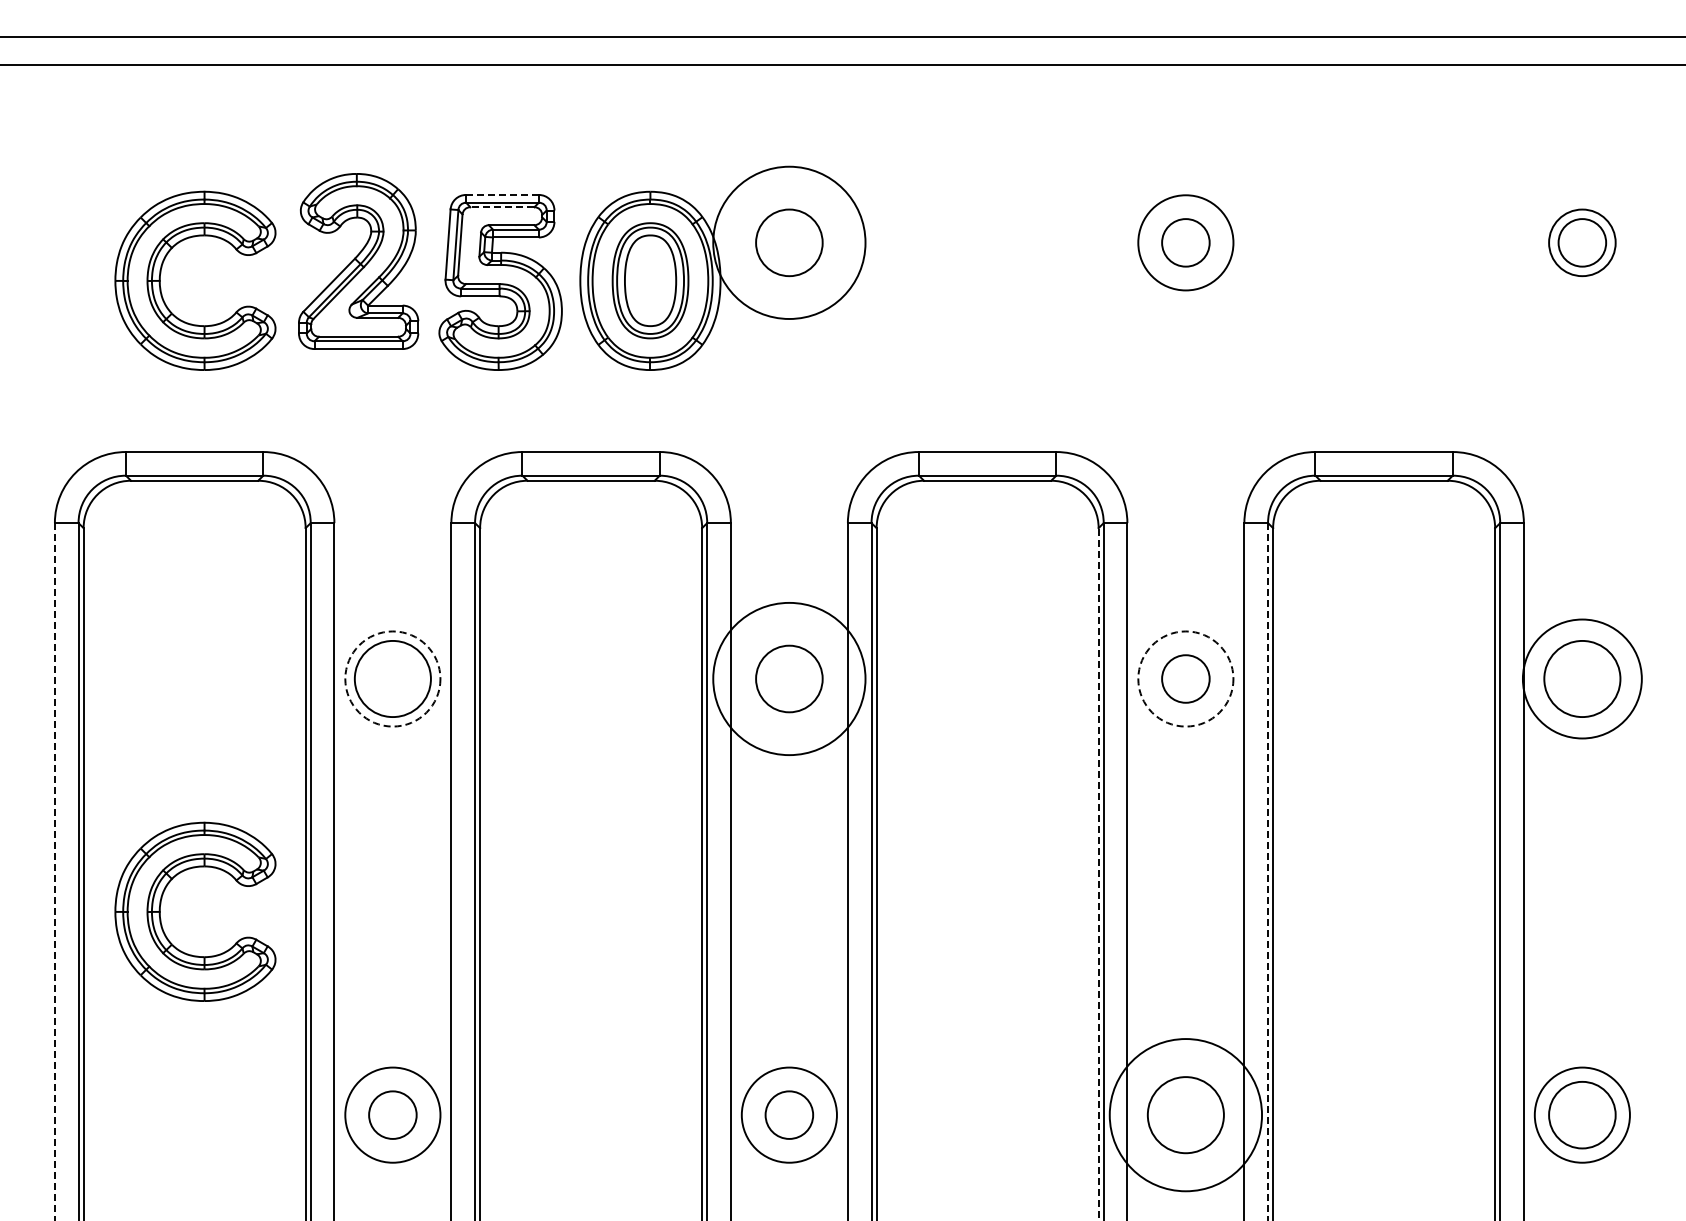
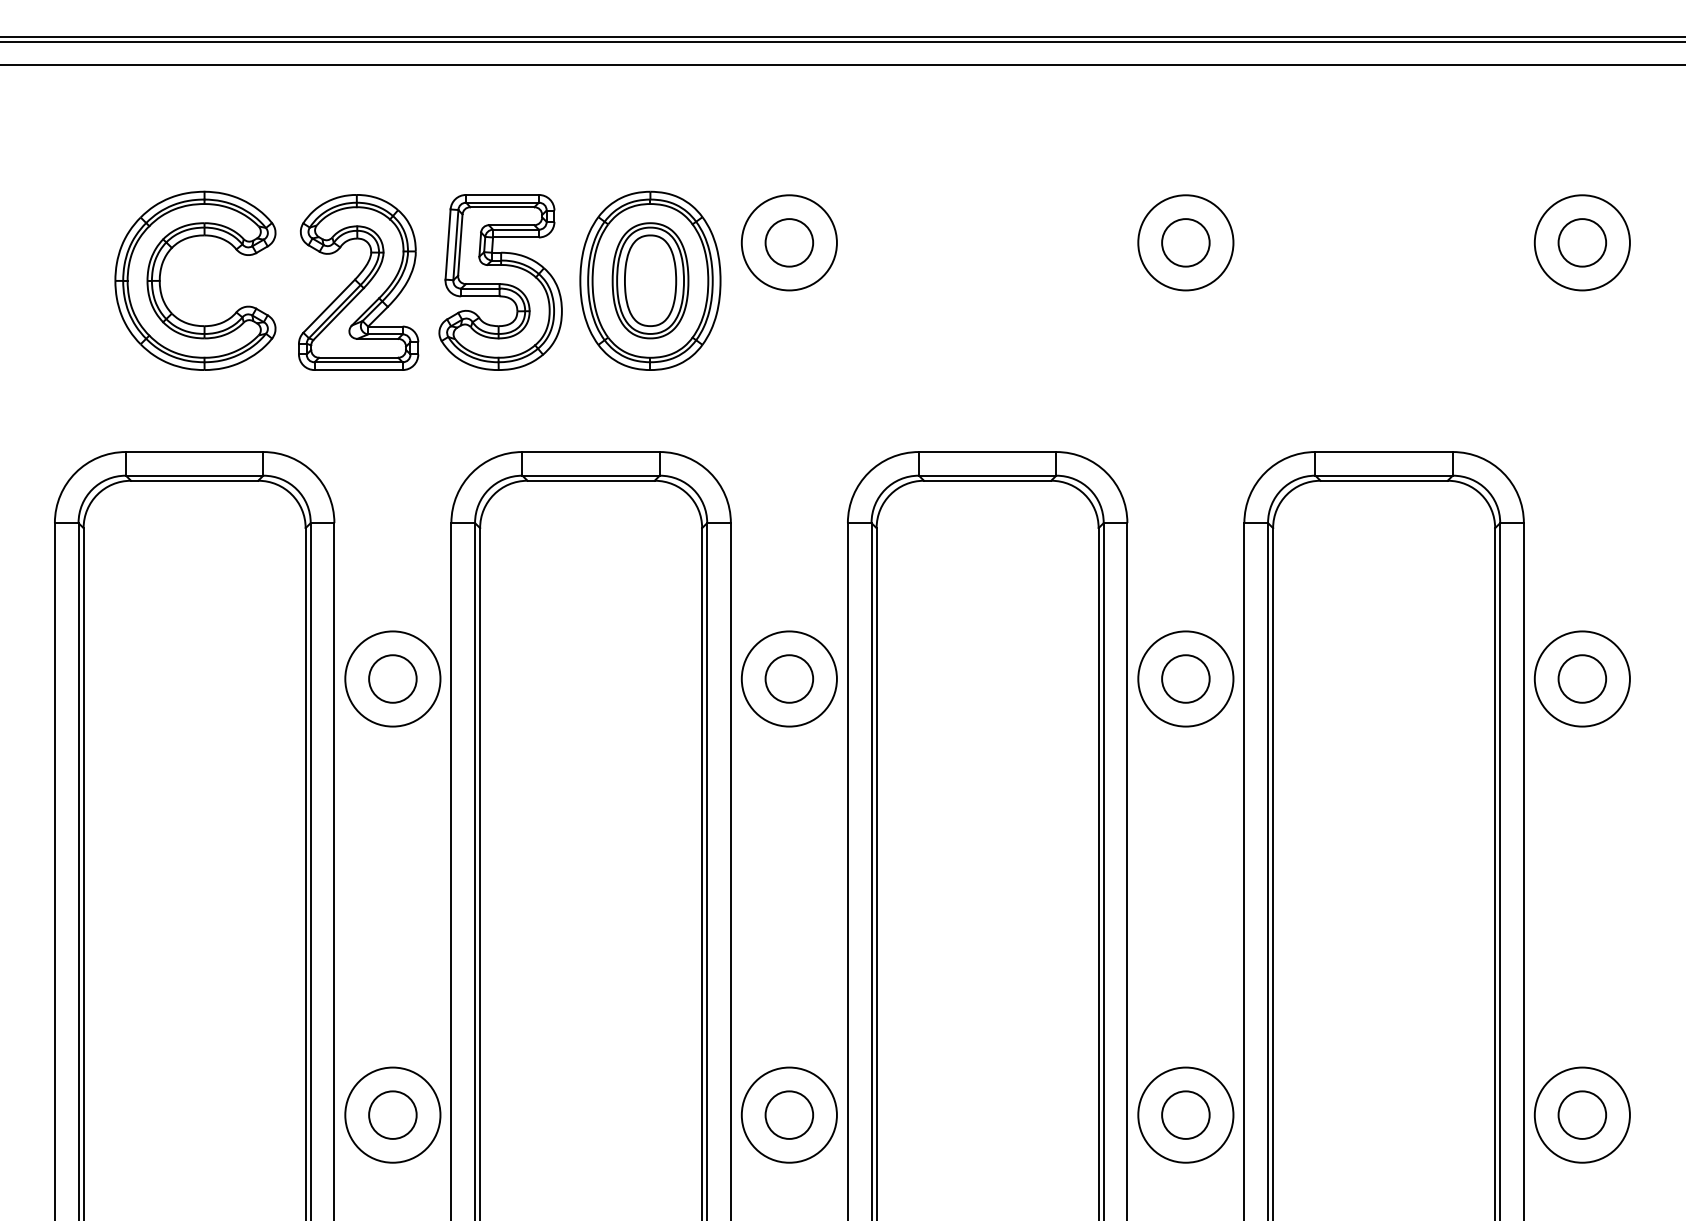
line at (842, 41): none -> present
line at (503, 194): dashed -> solid
line at (501, 207): dashed -> solid
circle at (789, 242) diameter: 152 px -> 95 px
circle at (789, 242) diameter: 67 px -> 48 px
circle at (1582, 242) diameter: 67 px -> 95 px
part at (358, 261) position: (358, 261) -> (358, 282)
circle at (392, 678) diameter: 76 px -> 48 px
circle at (392, 678): dashed -> solid
circle at (789, 678) diameter: 152 px -> 95 px
circle at (789, 678) diameter: 67 px -> 48 px
circle at (1185, 678): dashed -> solid
circle at (1581, 678) diameter: 119 px -> 95 px
circle at (1582, 678) diameter: 76 px -> 48 px
line at (54, 871): dashed -> solid
line at (1268, 871): dashed -> solid
line at (1098, 874): dashed -> solid
part at (161, 904): present -> none
circle at (1582, 1114) diameter: 67 px -> 48 px
circle at (1185, 1115) diameter: 152 px -> 95 px
circle at (1185, 1115) diameter: 76 px -> 48 px
